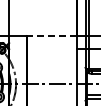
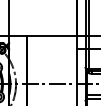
line at (51, 36): dashed -> solid
